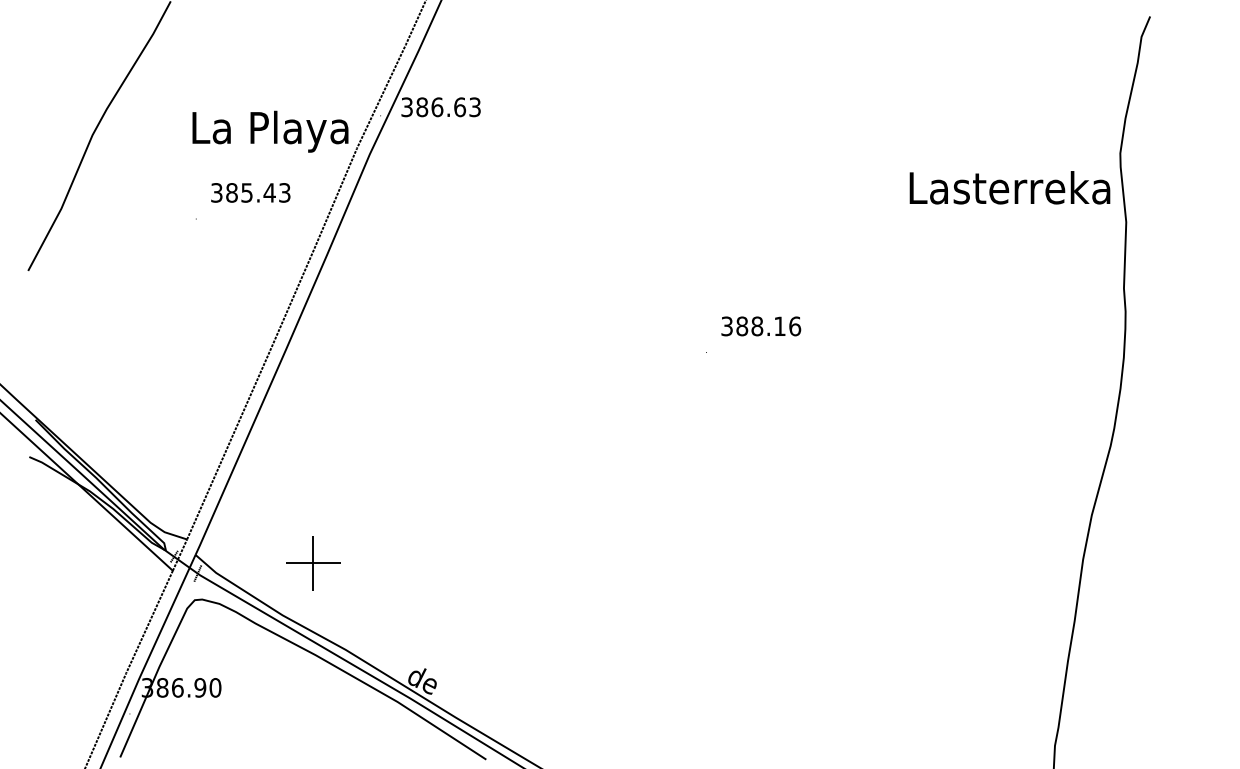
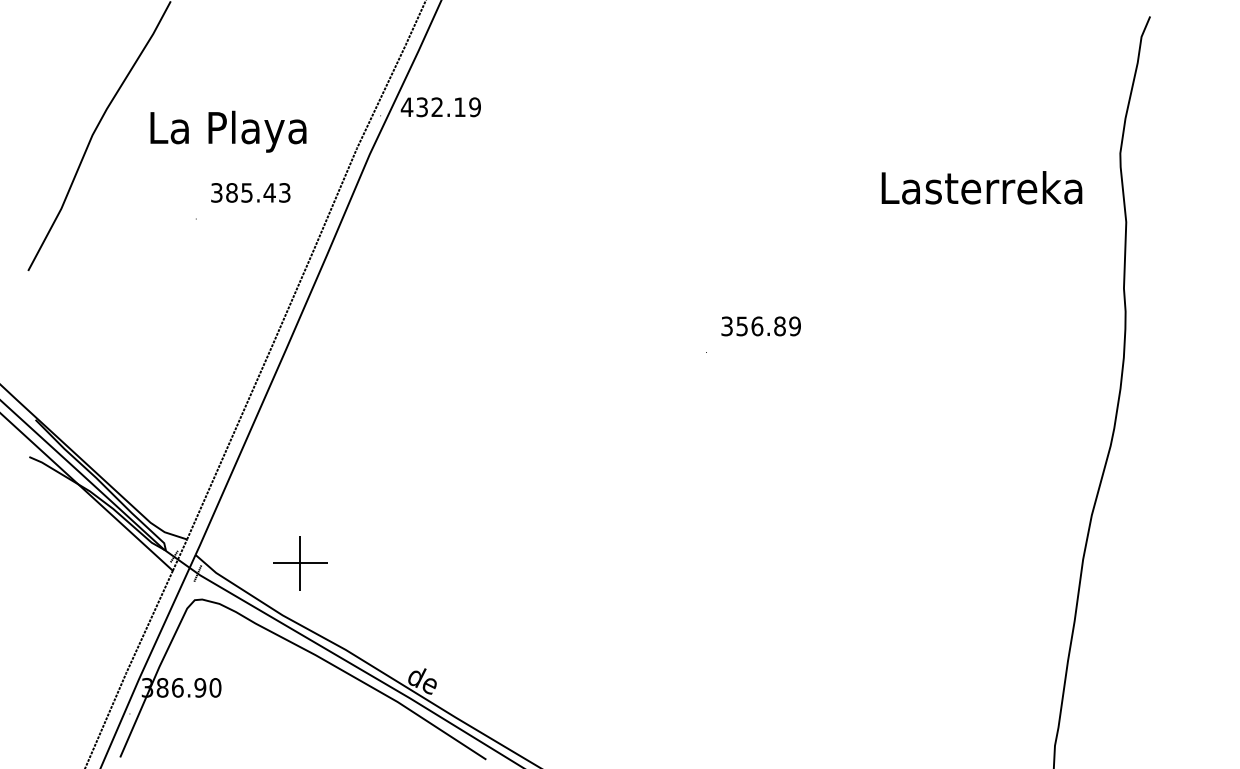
text at (440, 107): 386.63 -> 432.19
text at (270, 131) position: (270, 131) -> (228, 131)
text at (1009, 187) position: (1009, 187) -> (981, 187)
text at (768, 326): 388.16 -> 356.89
part at (313, 563) position: (313, 563) -> (300, 563)
